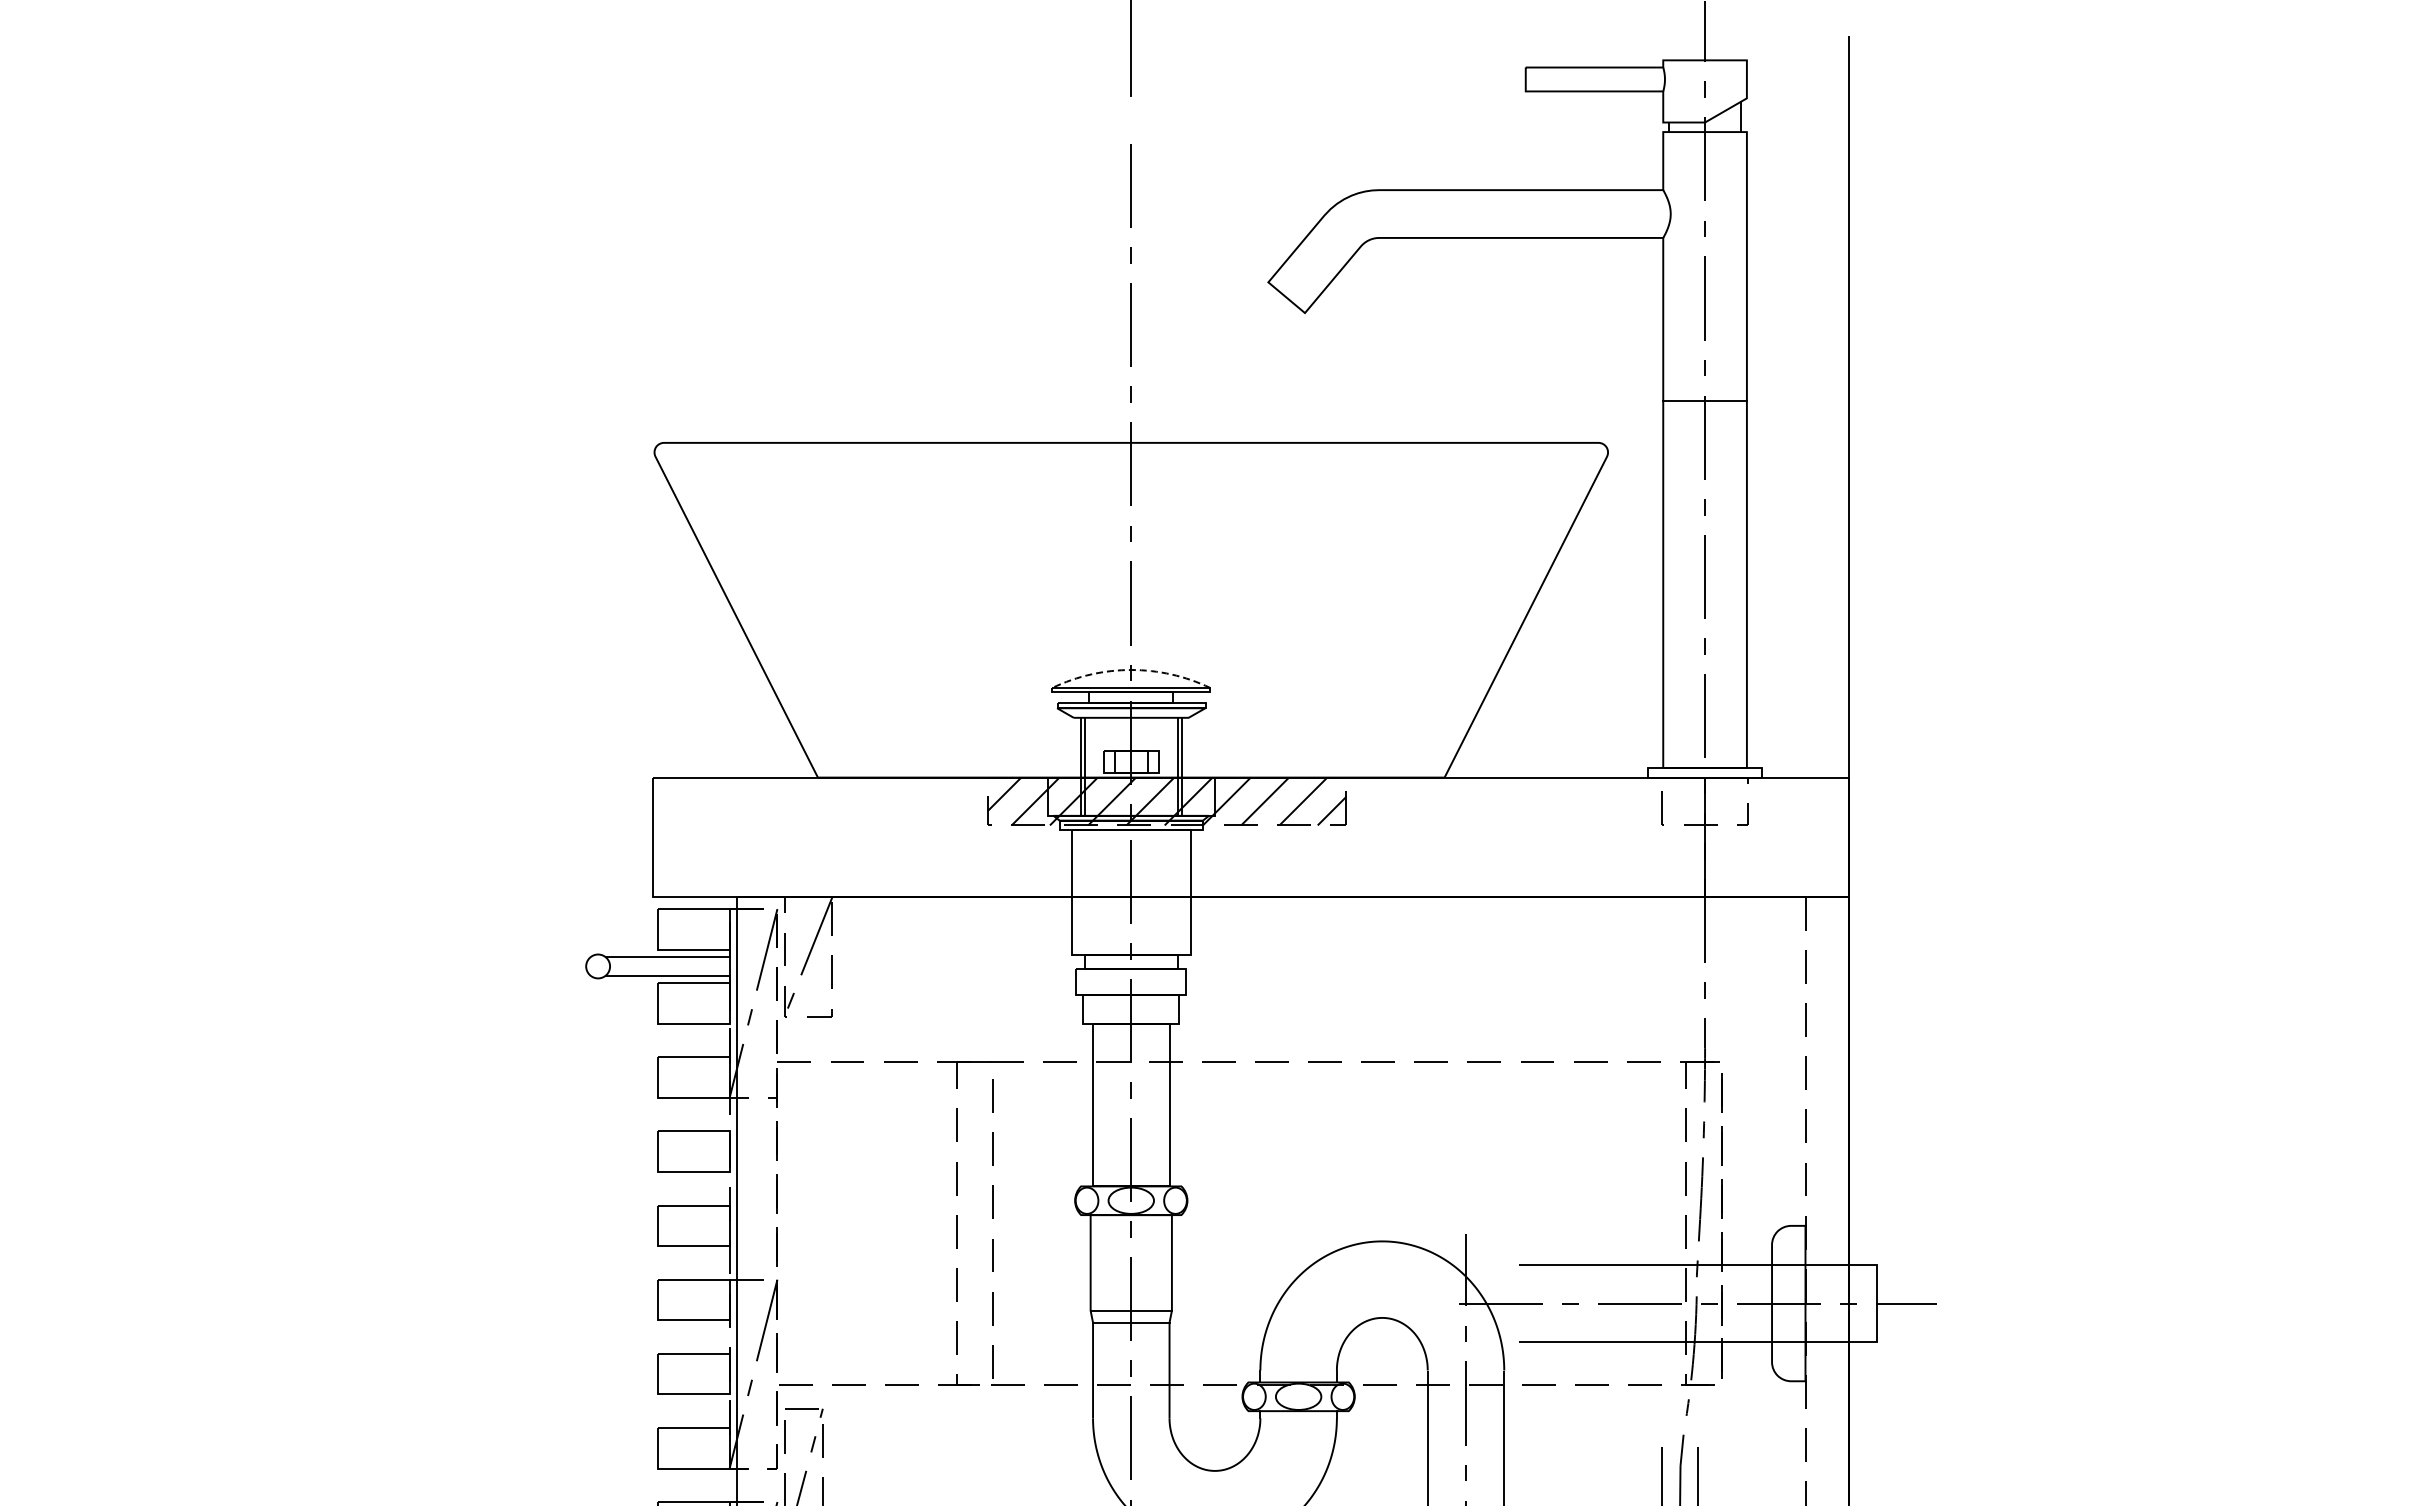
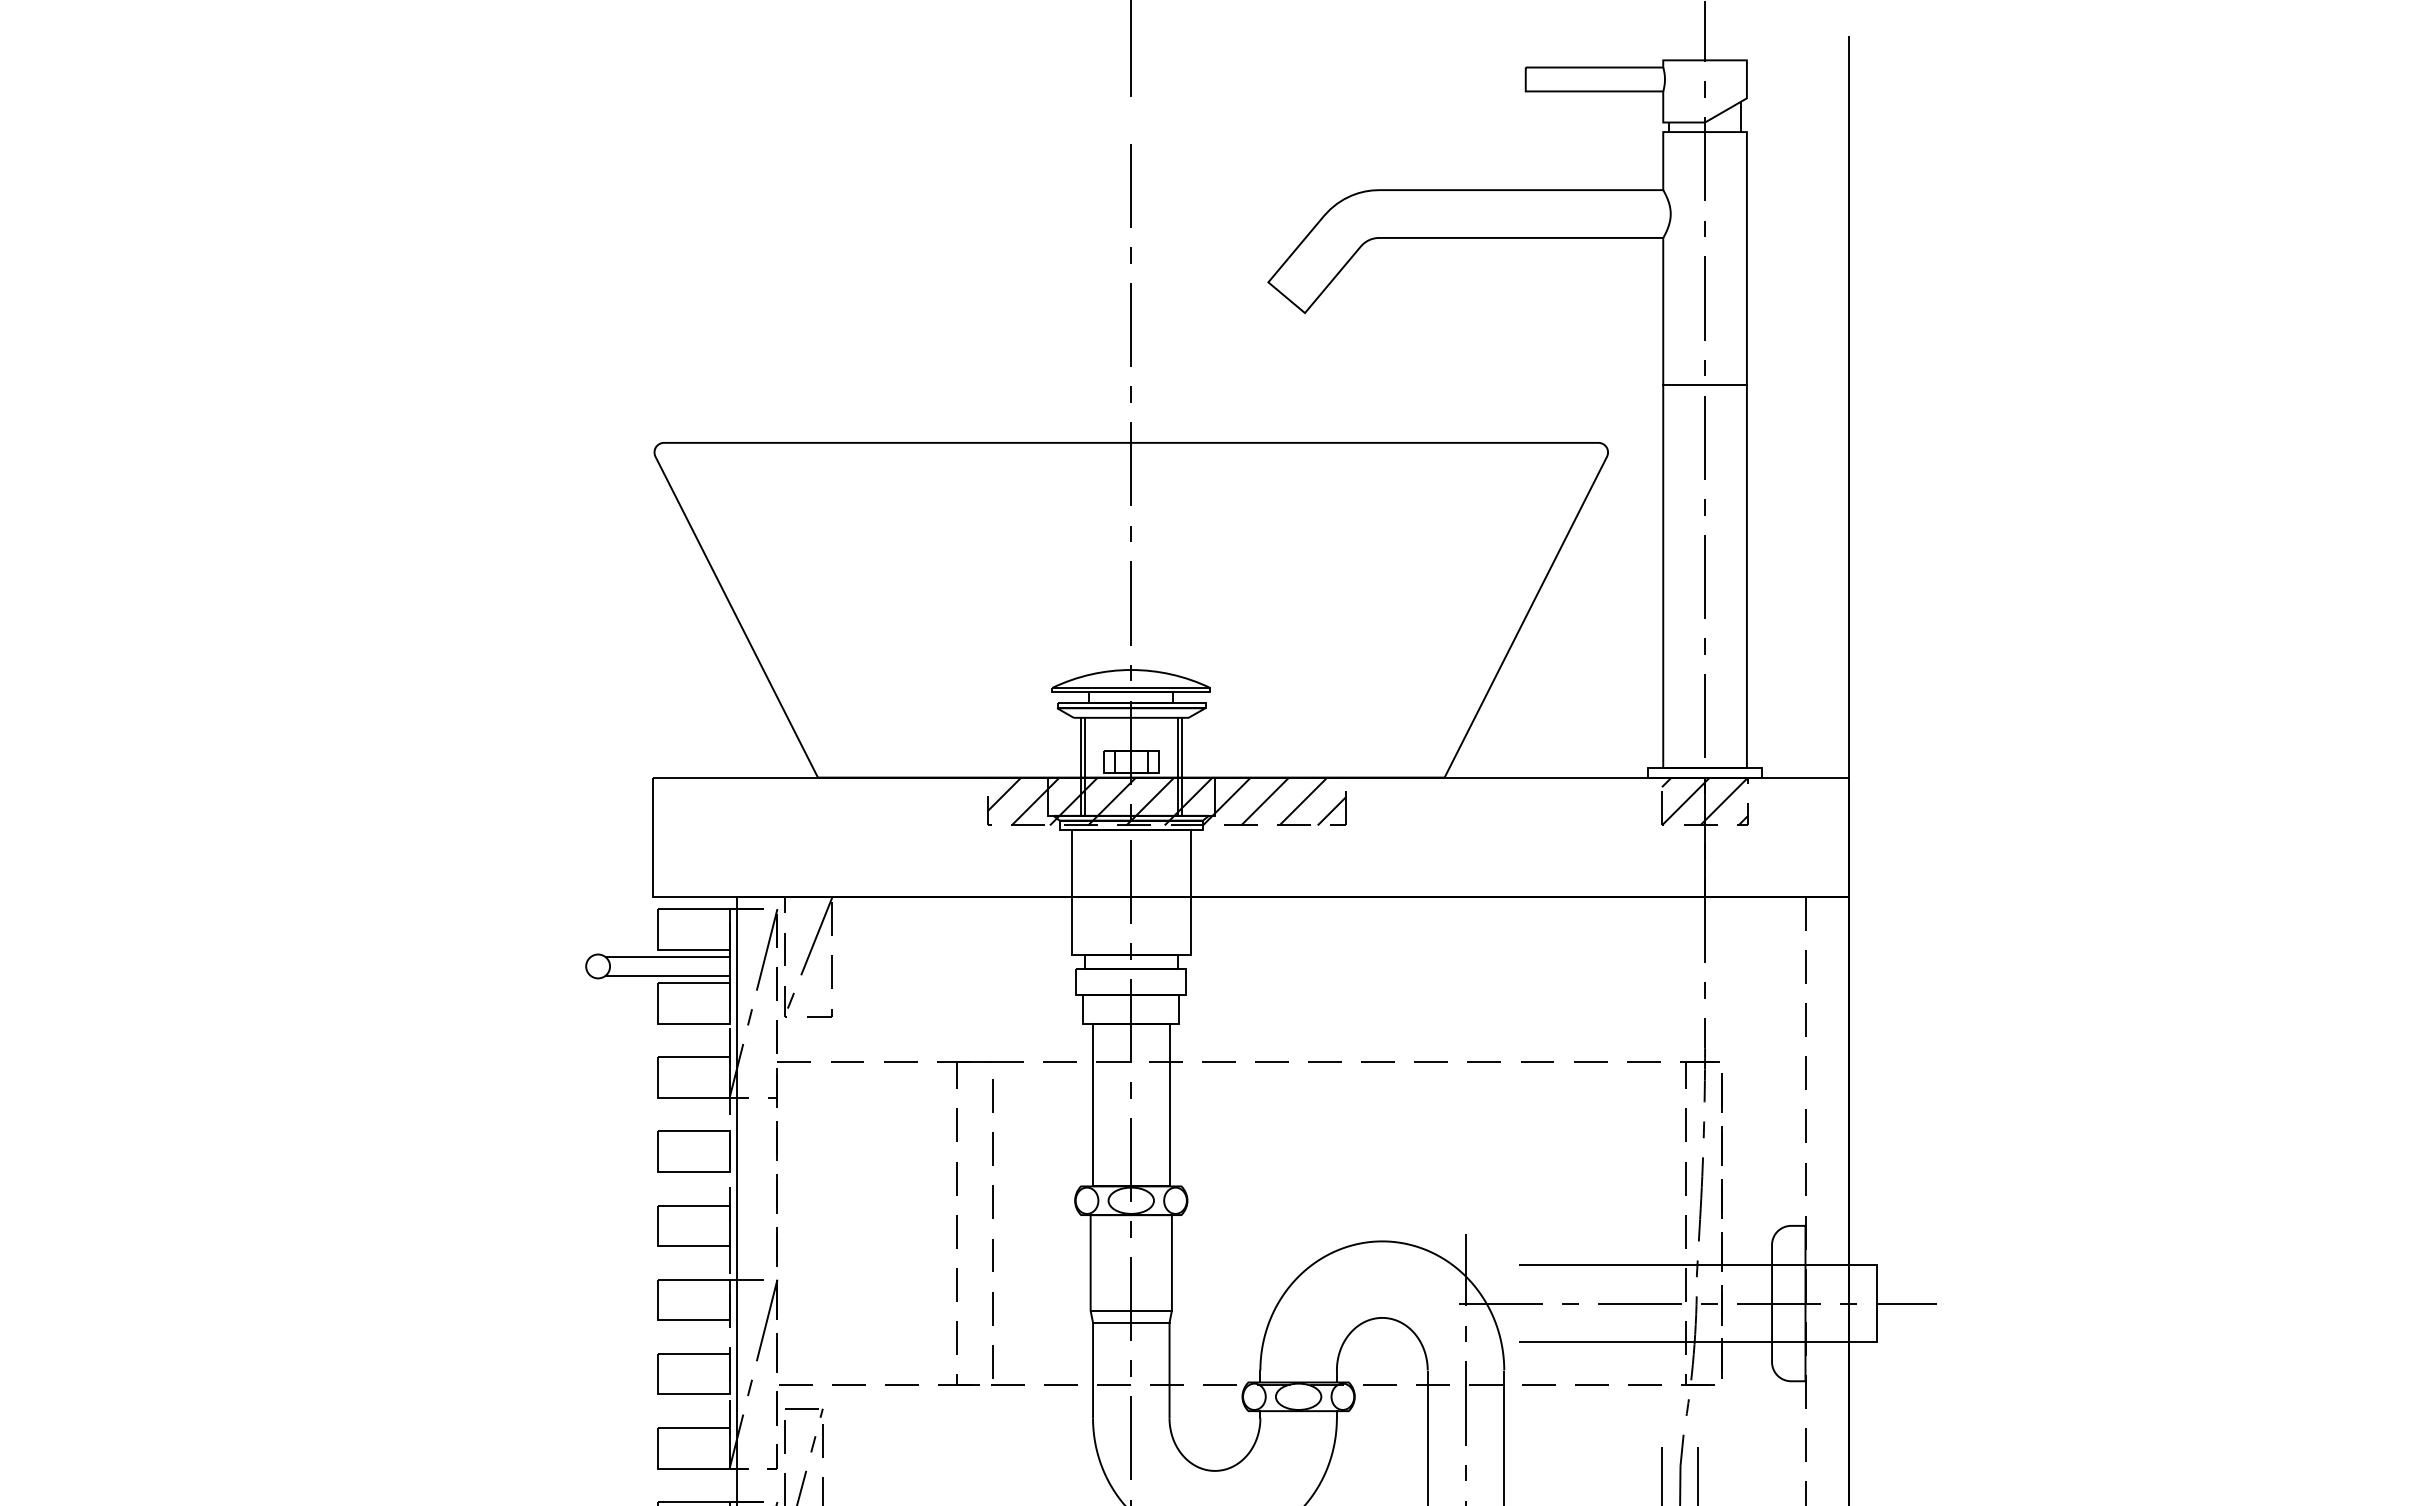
line at (1704, 401) position: (1704, 401) -> (1704, 385)
arc at (1131, 670): dashed -> solid
hatch at (1705, 801): none -> present
